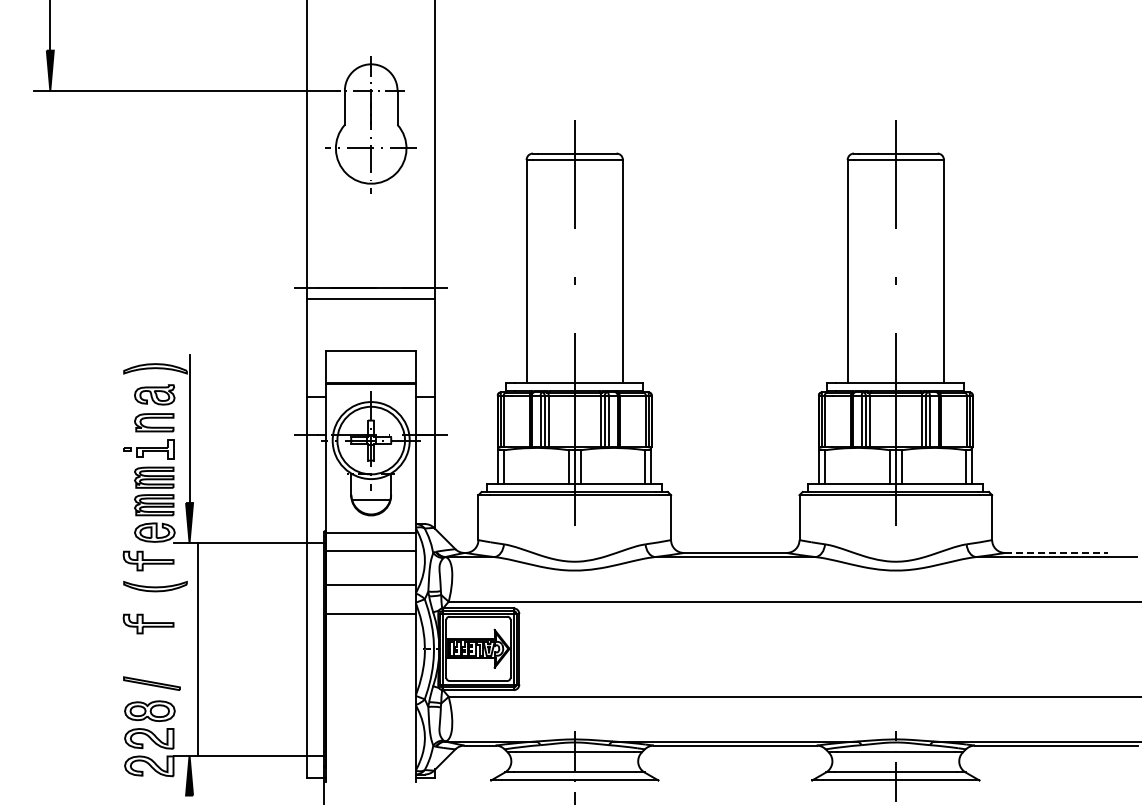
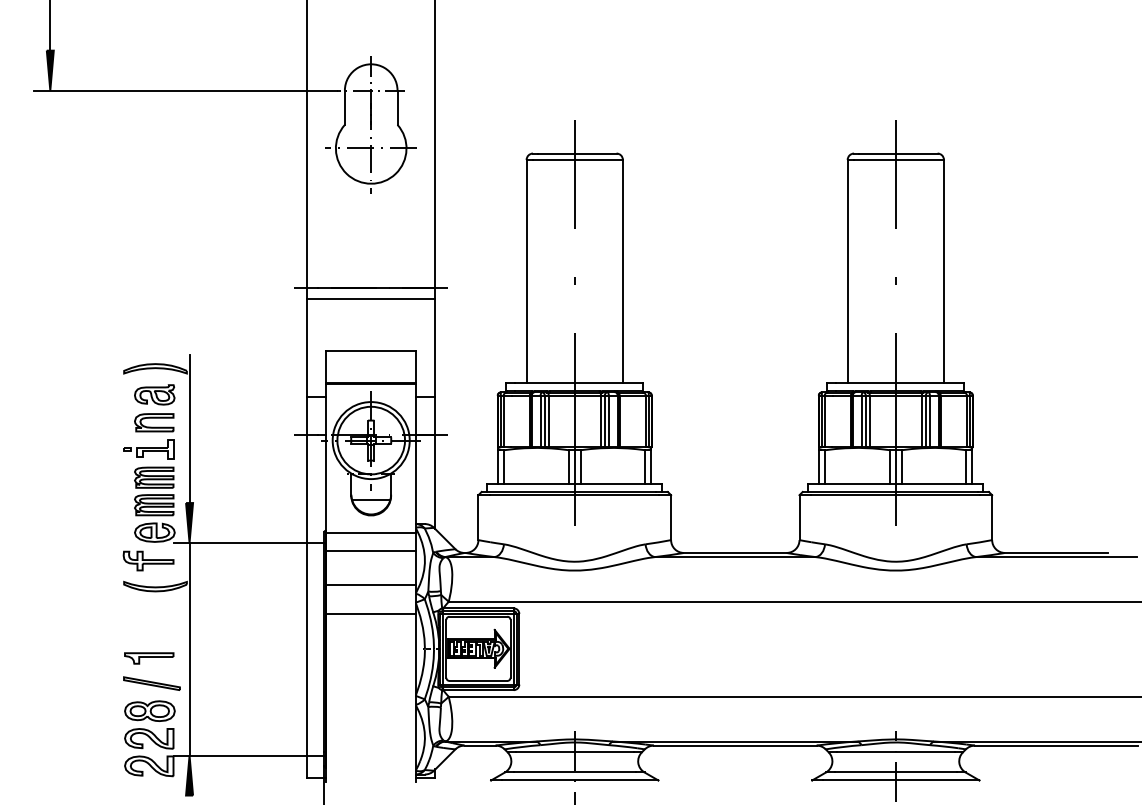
line at (1056, 552): dashed -> solid
part at (148, 623): present -> none
line at (197, 649) position: (197, 649) -> (189, 649)
part at (149, 658): none -> present
